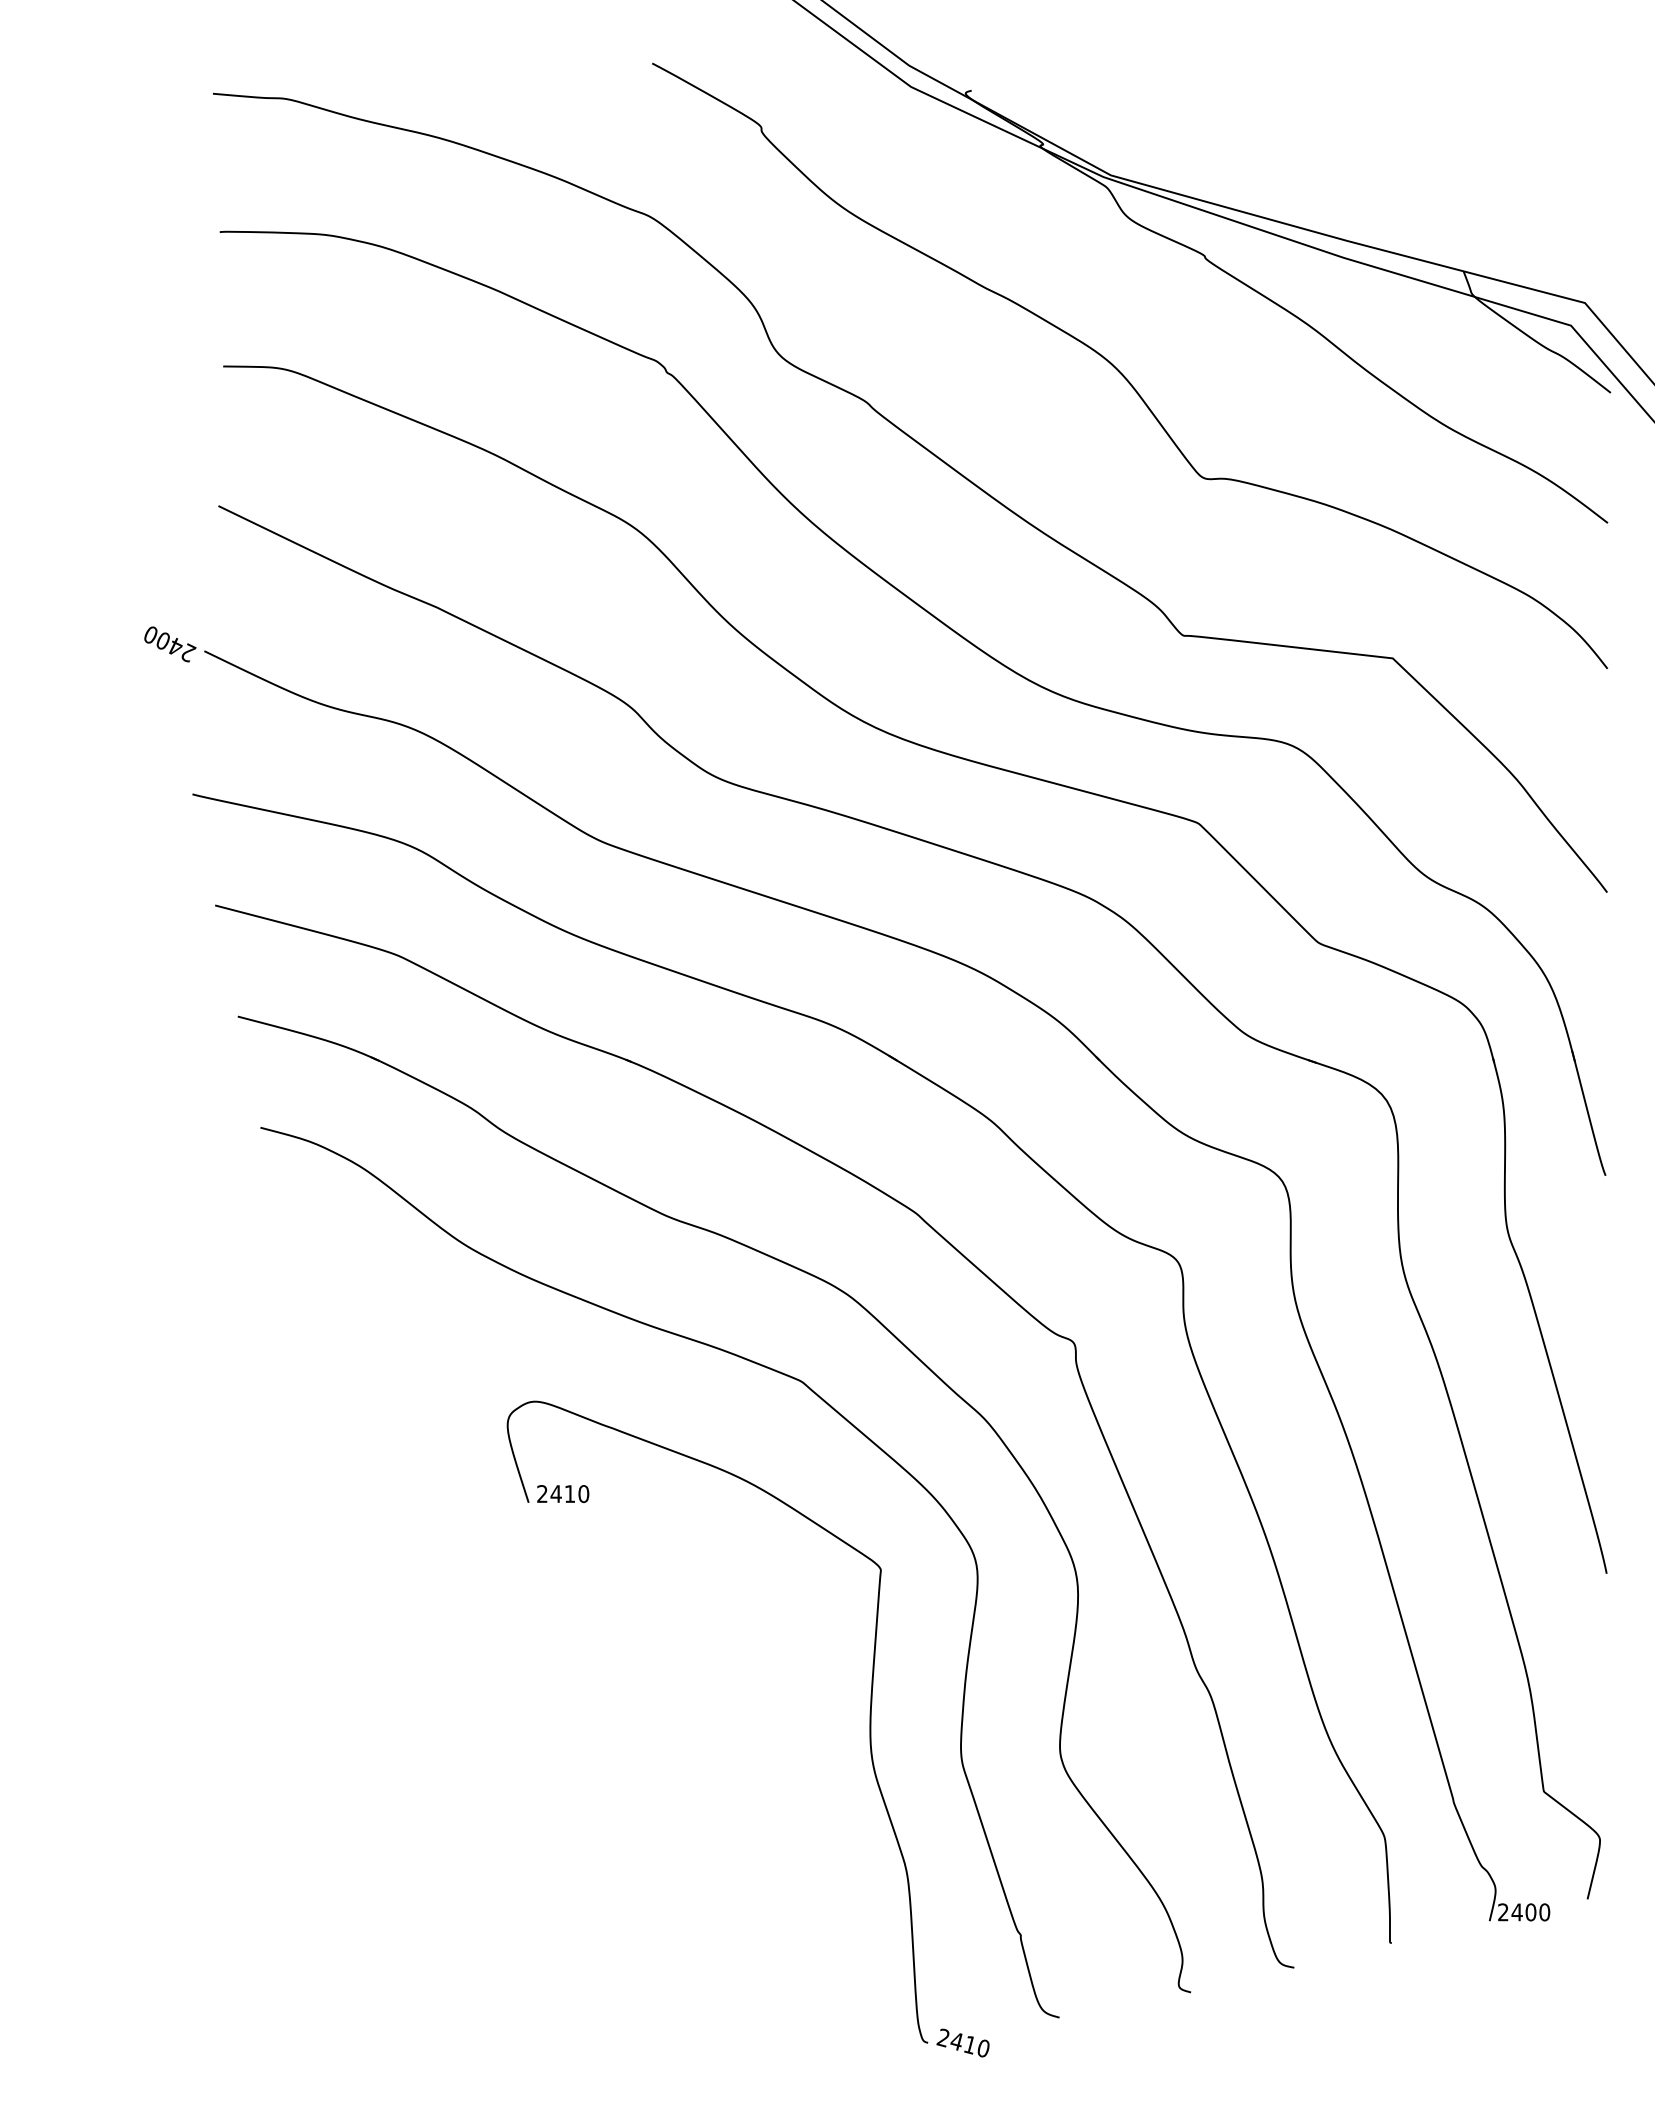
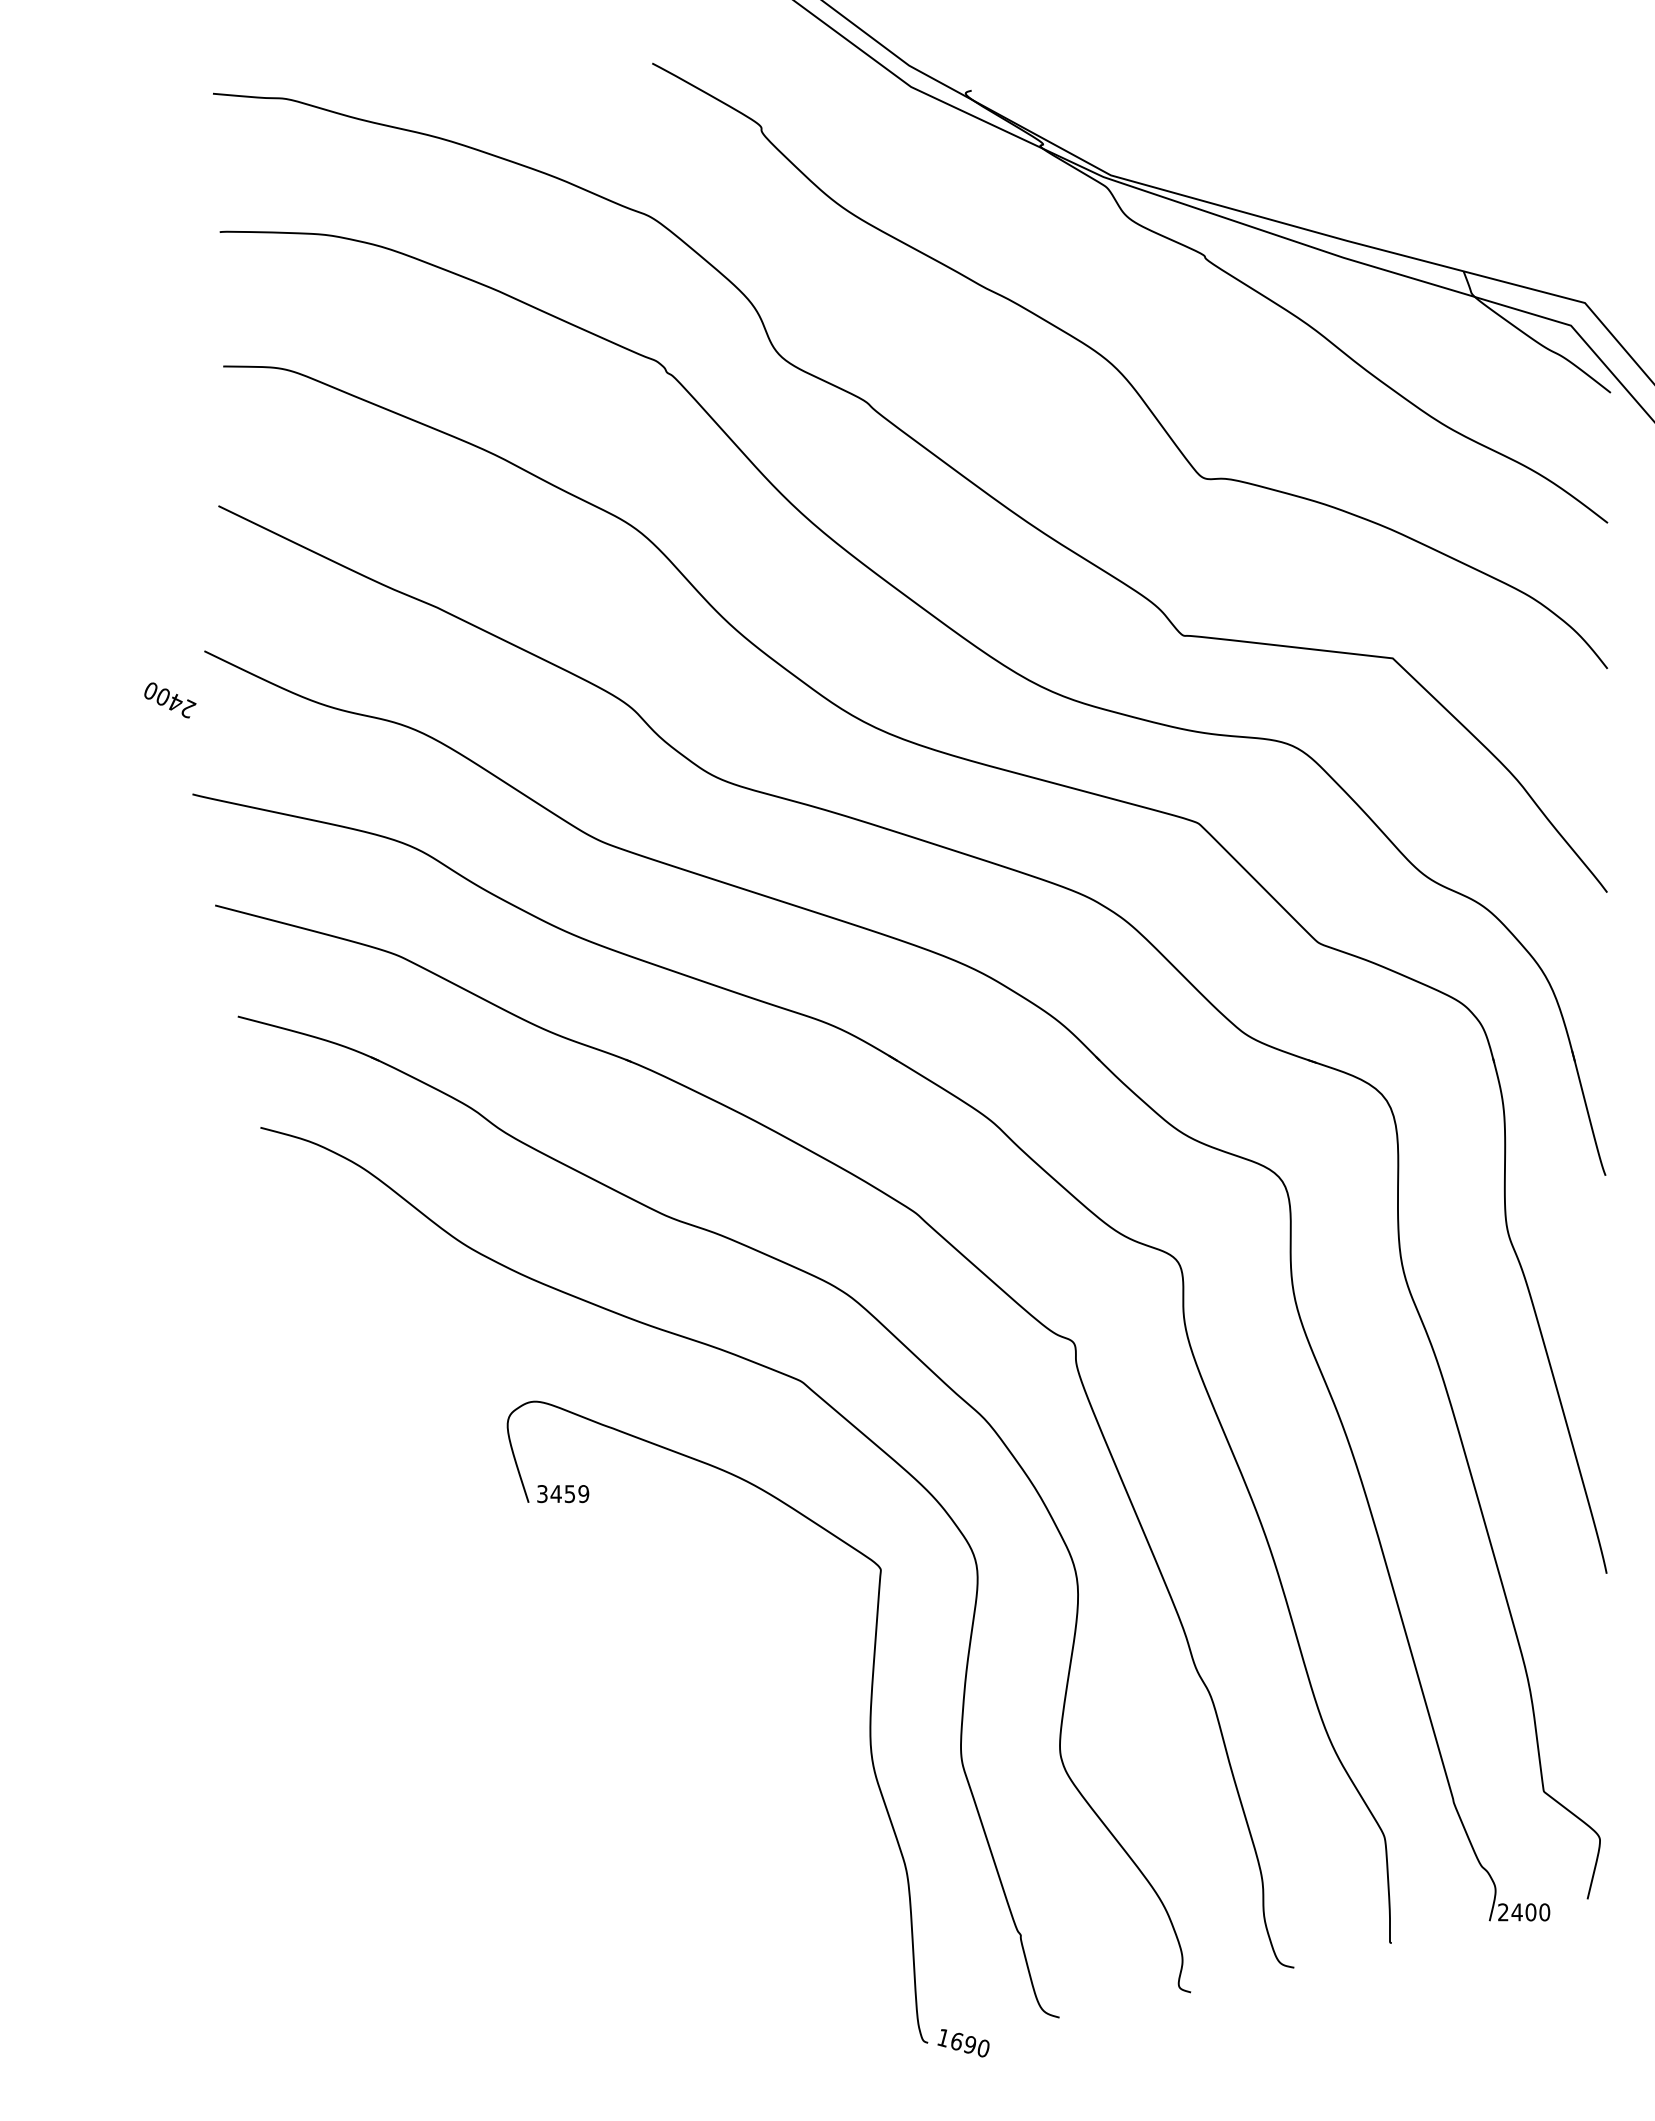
text at (170, 644) position: (170, 644) -> (170, 700)
text at (563, 1494): 2410 -> 3459
text at (956, 2041): 2410 -> 1690
